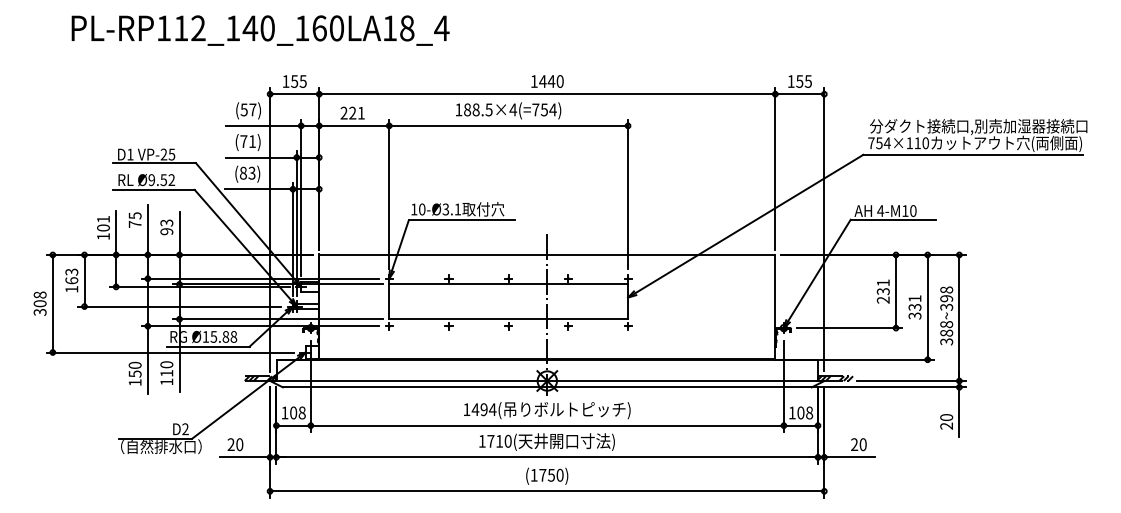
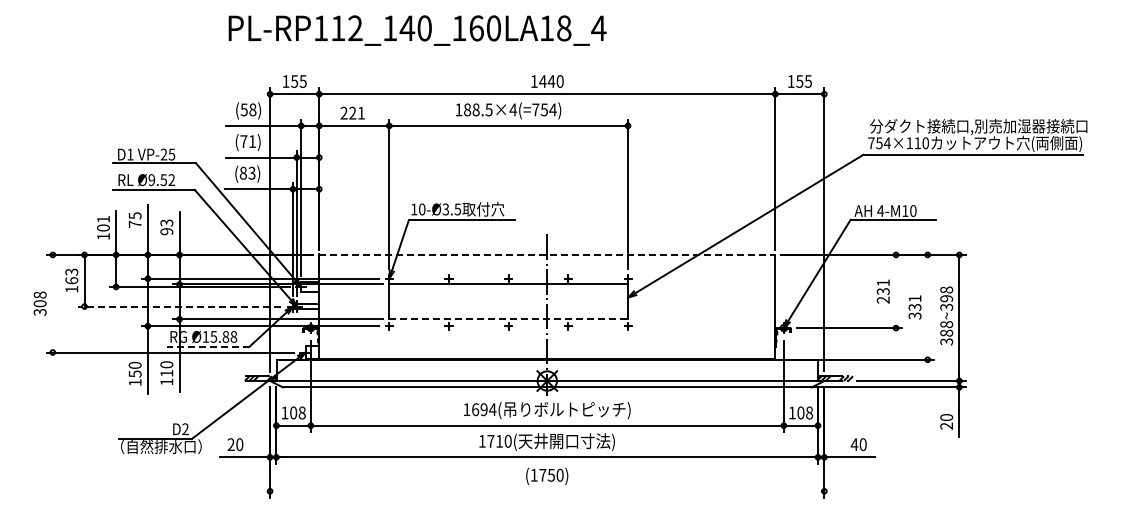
text at (260, 30) position: (260, 30) -> (417, 30)
text at (252, 109): (57) -> (58)
text at (457, 209): 10-Ø3.1 -> 10-Ø3.5
line at (547, 254): solid -> dashed
line at (896, 291): present -> none
line at (52, 303): present -> none
line at (179, 306): solid -> dashed
line at (927, 306): present -> none
line at (509, 319): solid -> dashed
line at (207, 346): solid -> dashed
text at (475, 409): 1494( -> 1694(
text at (854, 444): 20 -> 40
line at (547, 491): present -> none
